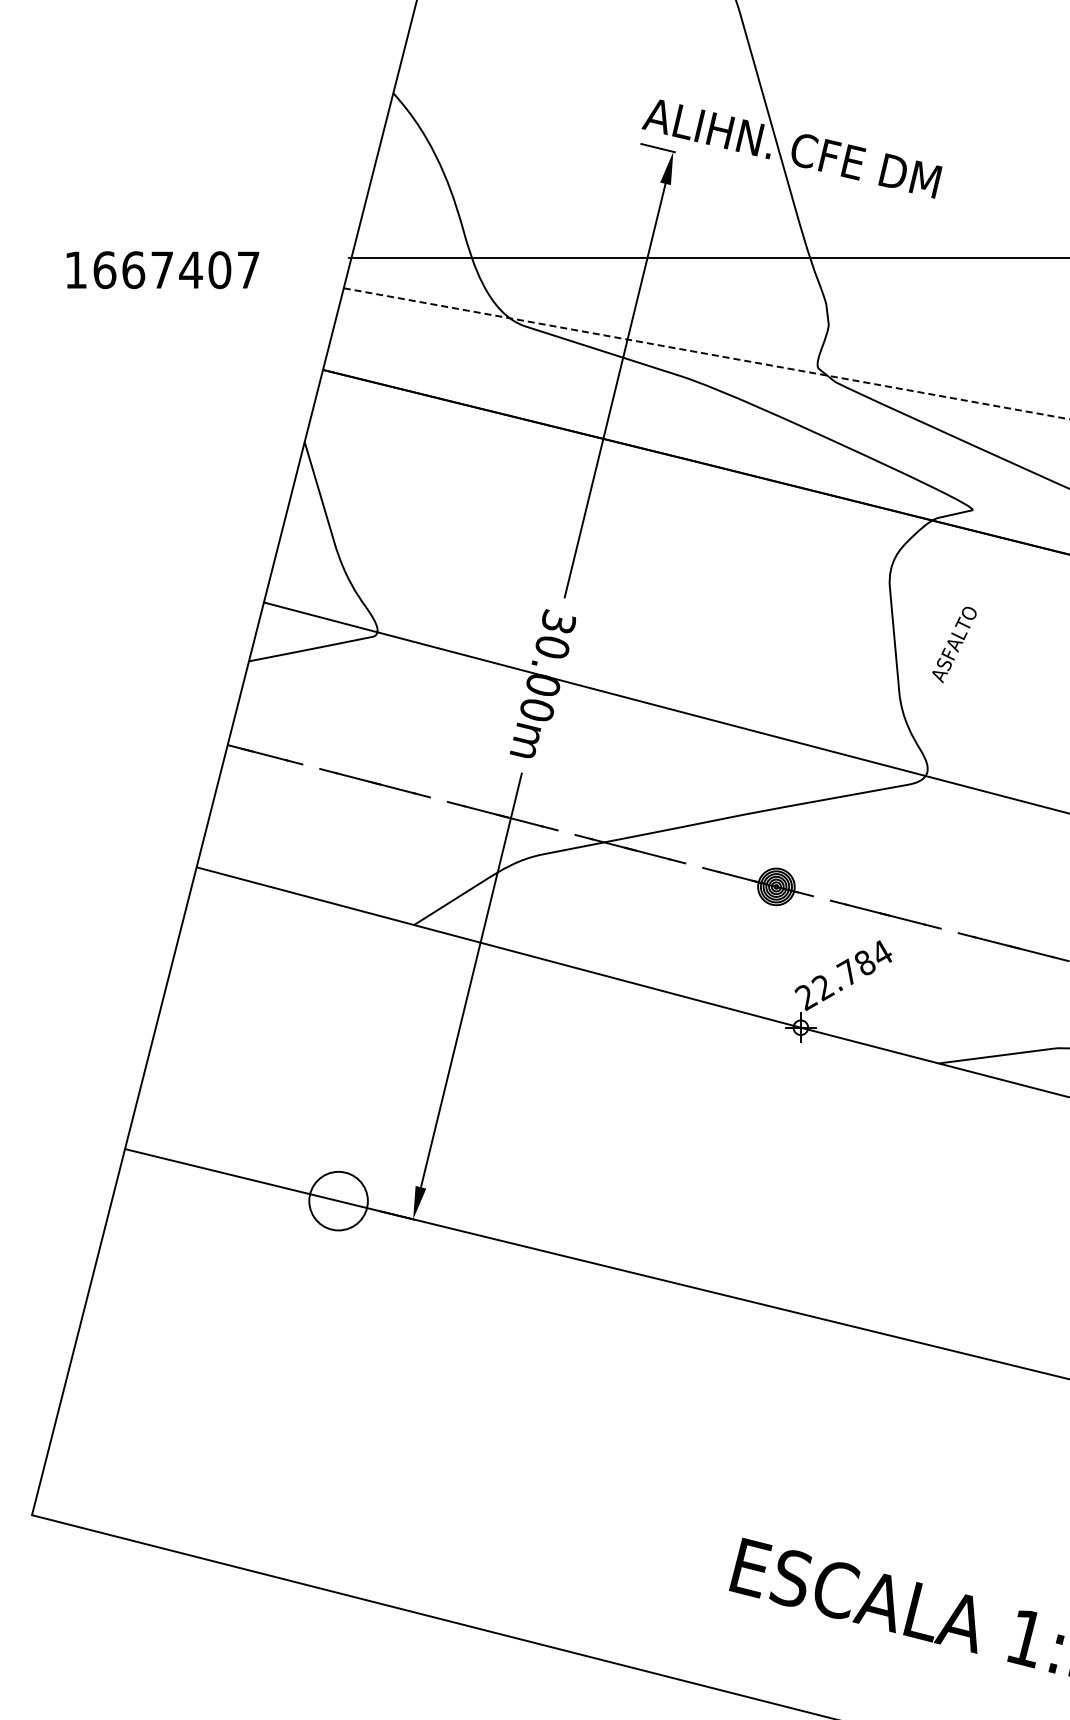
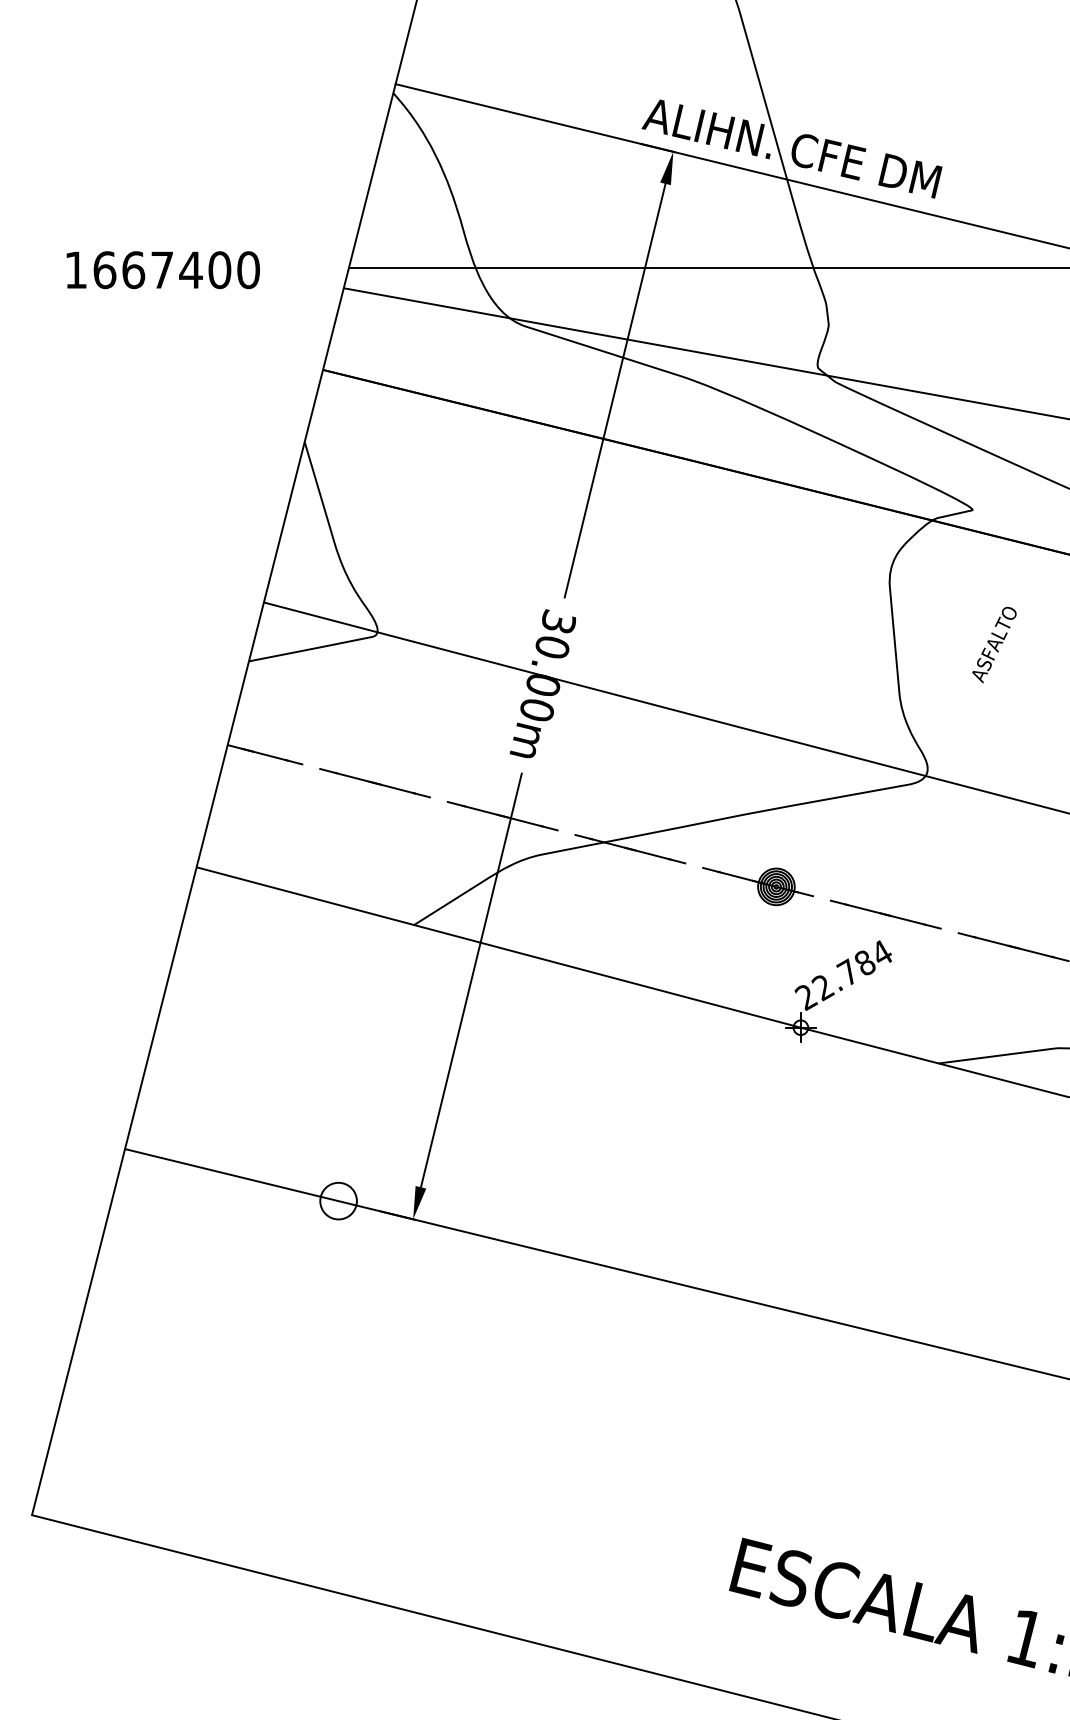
line at (730, 165): none -> present
line at (707, 258) position: (707, 258) -> (707, 268)
text at (248, 270): 1667407 -> 1667400
line at (707, 354): dashed -> solid
text at (954, 644) position: (954, 644) -> (994, 644)
circle at (338, 1200) diameter: 59 px -> 37 px
